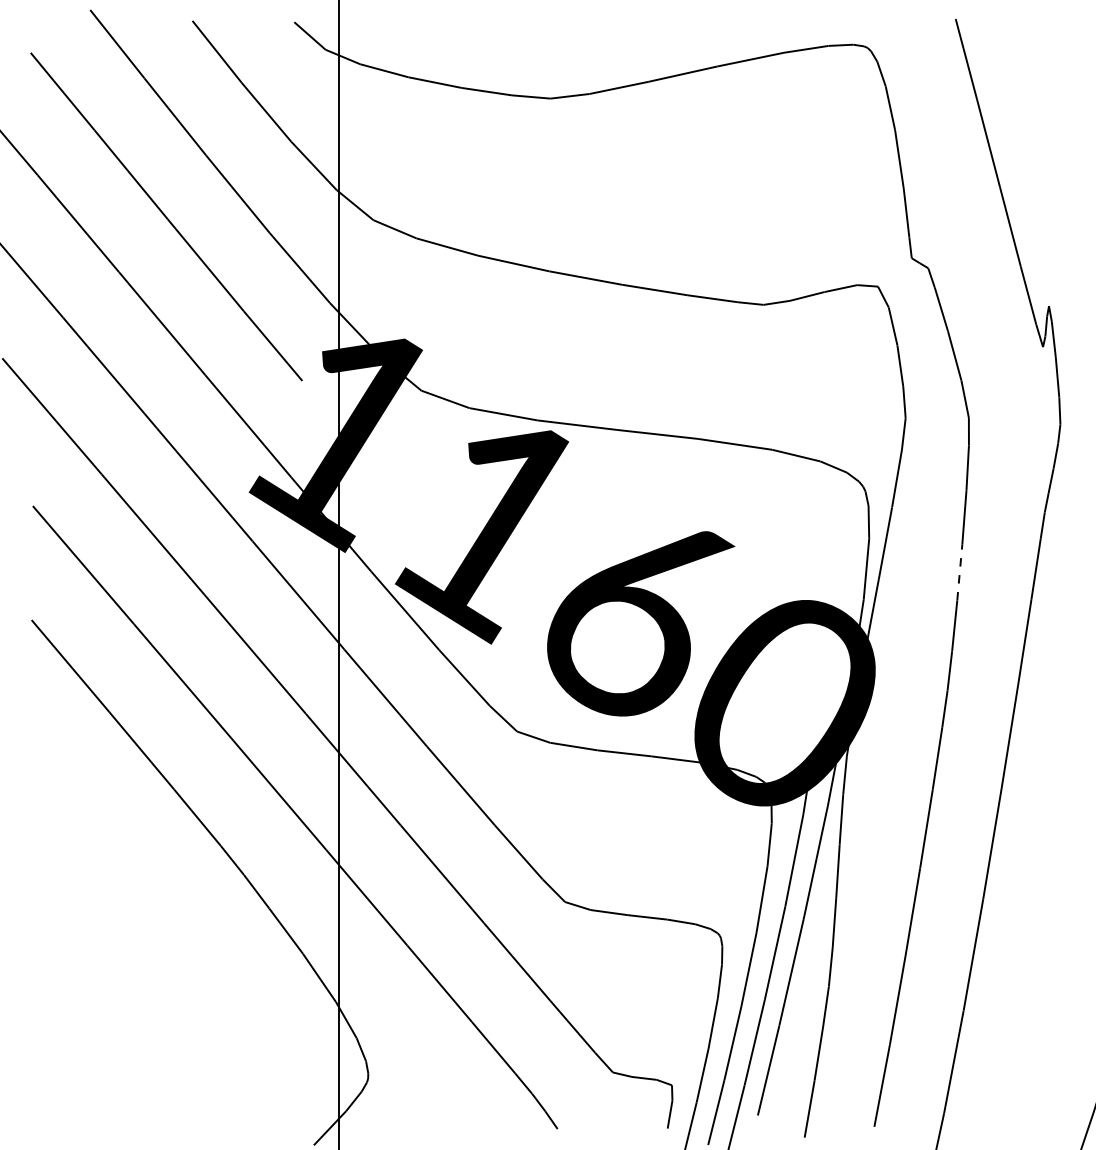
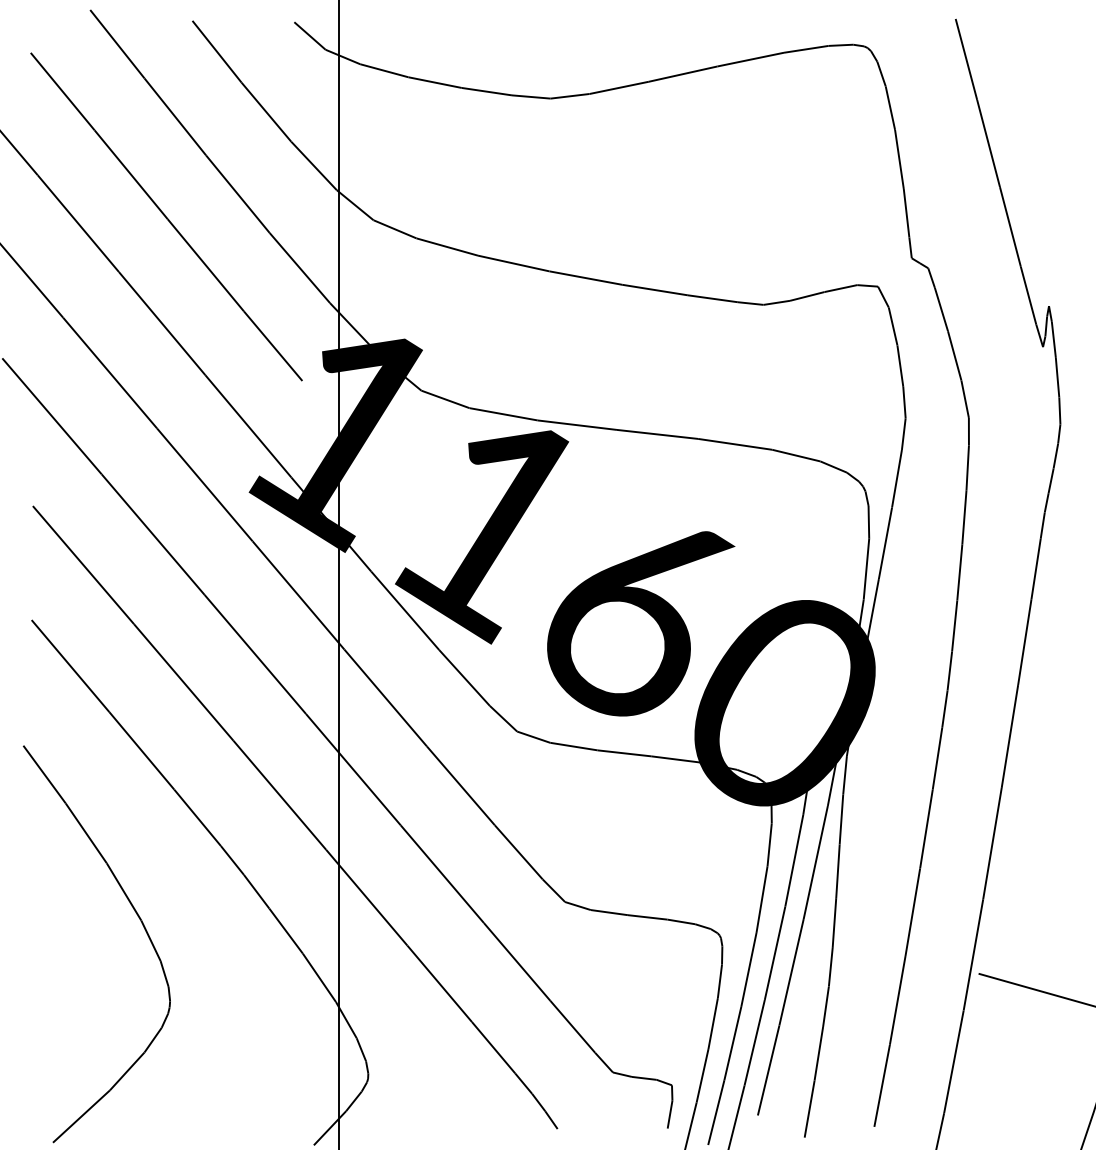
line at (959, 571): dashed -> solid
part at (137, 916): none -> present
line at (1035, 989): none -> present
